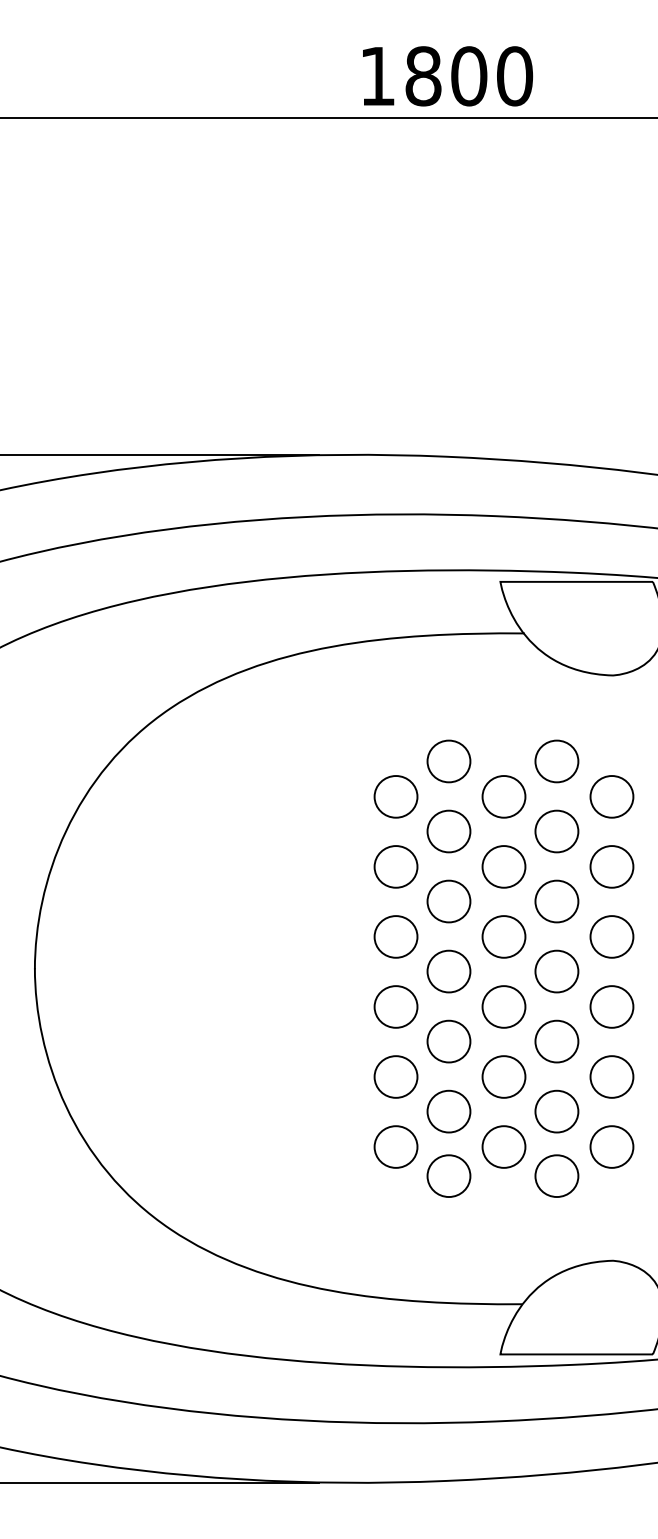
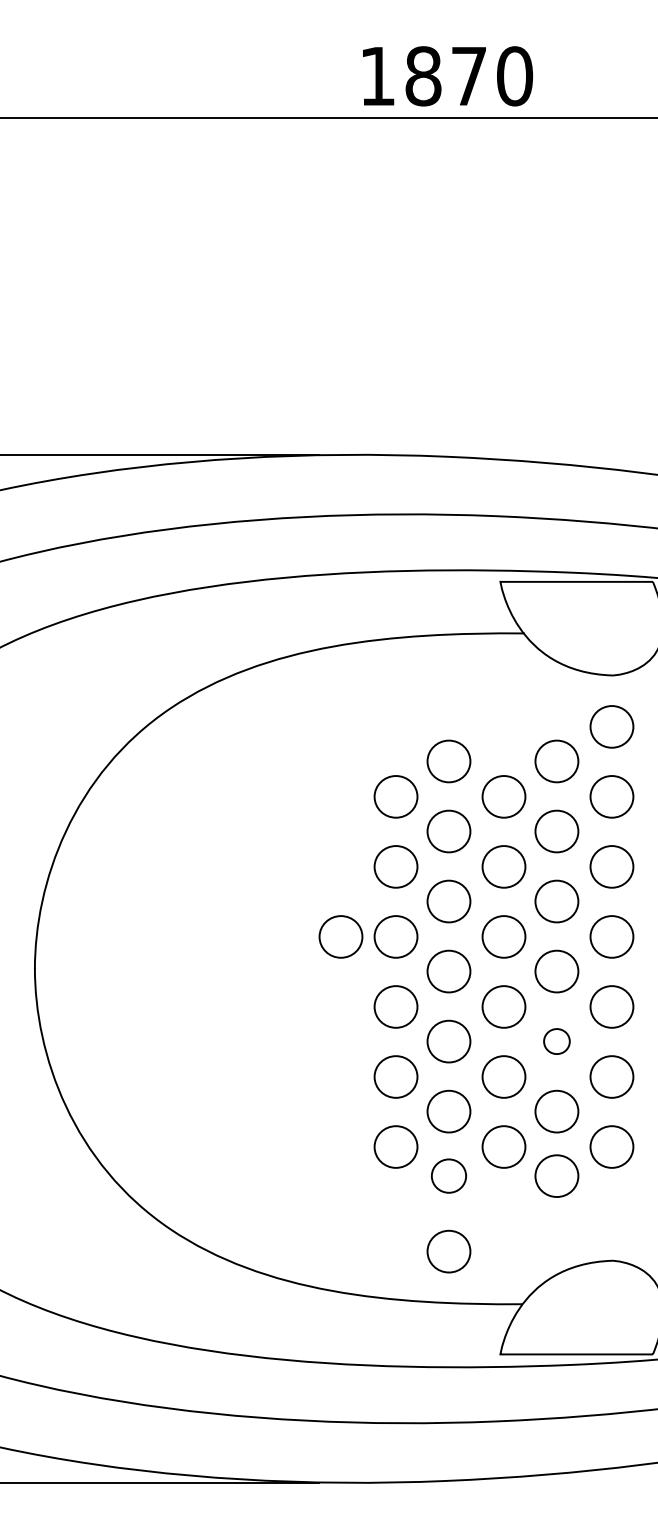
text at (469, 76): 1800 -> 1870
part at (611, 726): none -> present
part at (340, 936): none -> present
part at (556, 1041) size: 46x45 px -> 28x27 px
part at (448, 1175) size: 46x44 px -> 36x36 px
part at (448, 1251): none -> present
